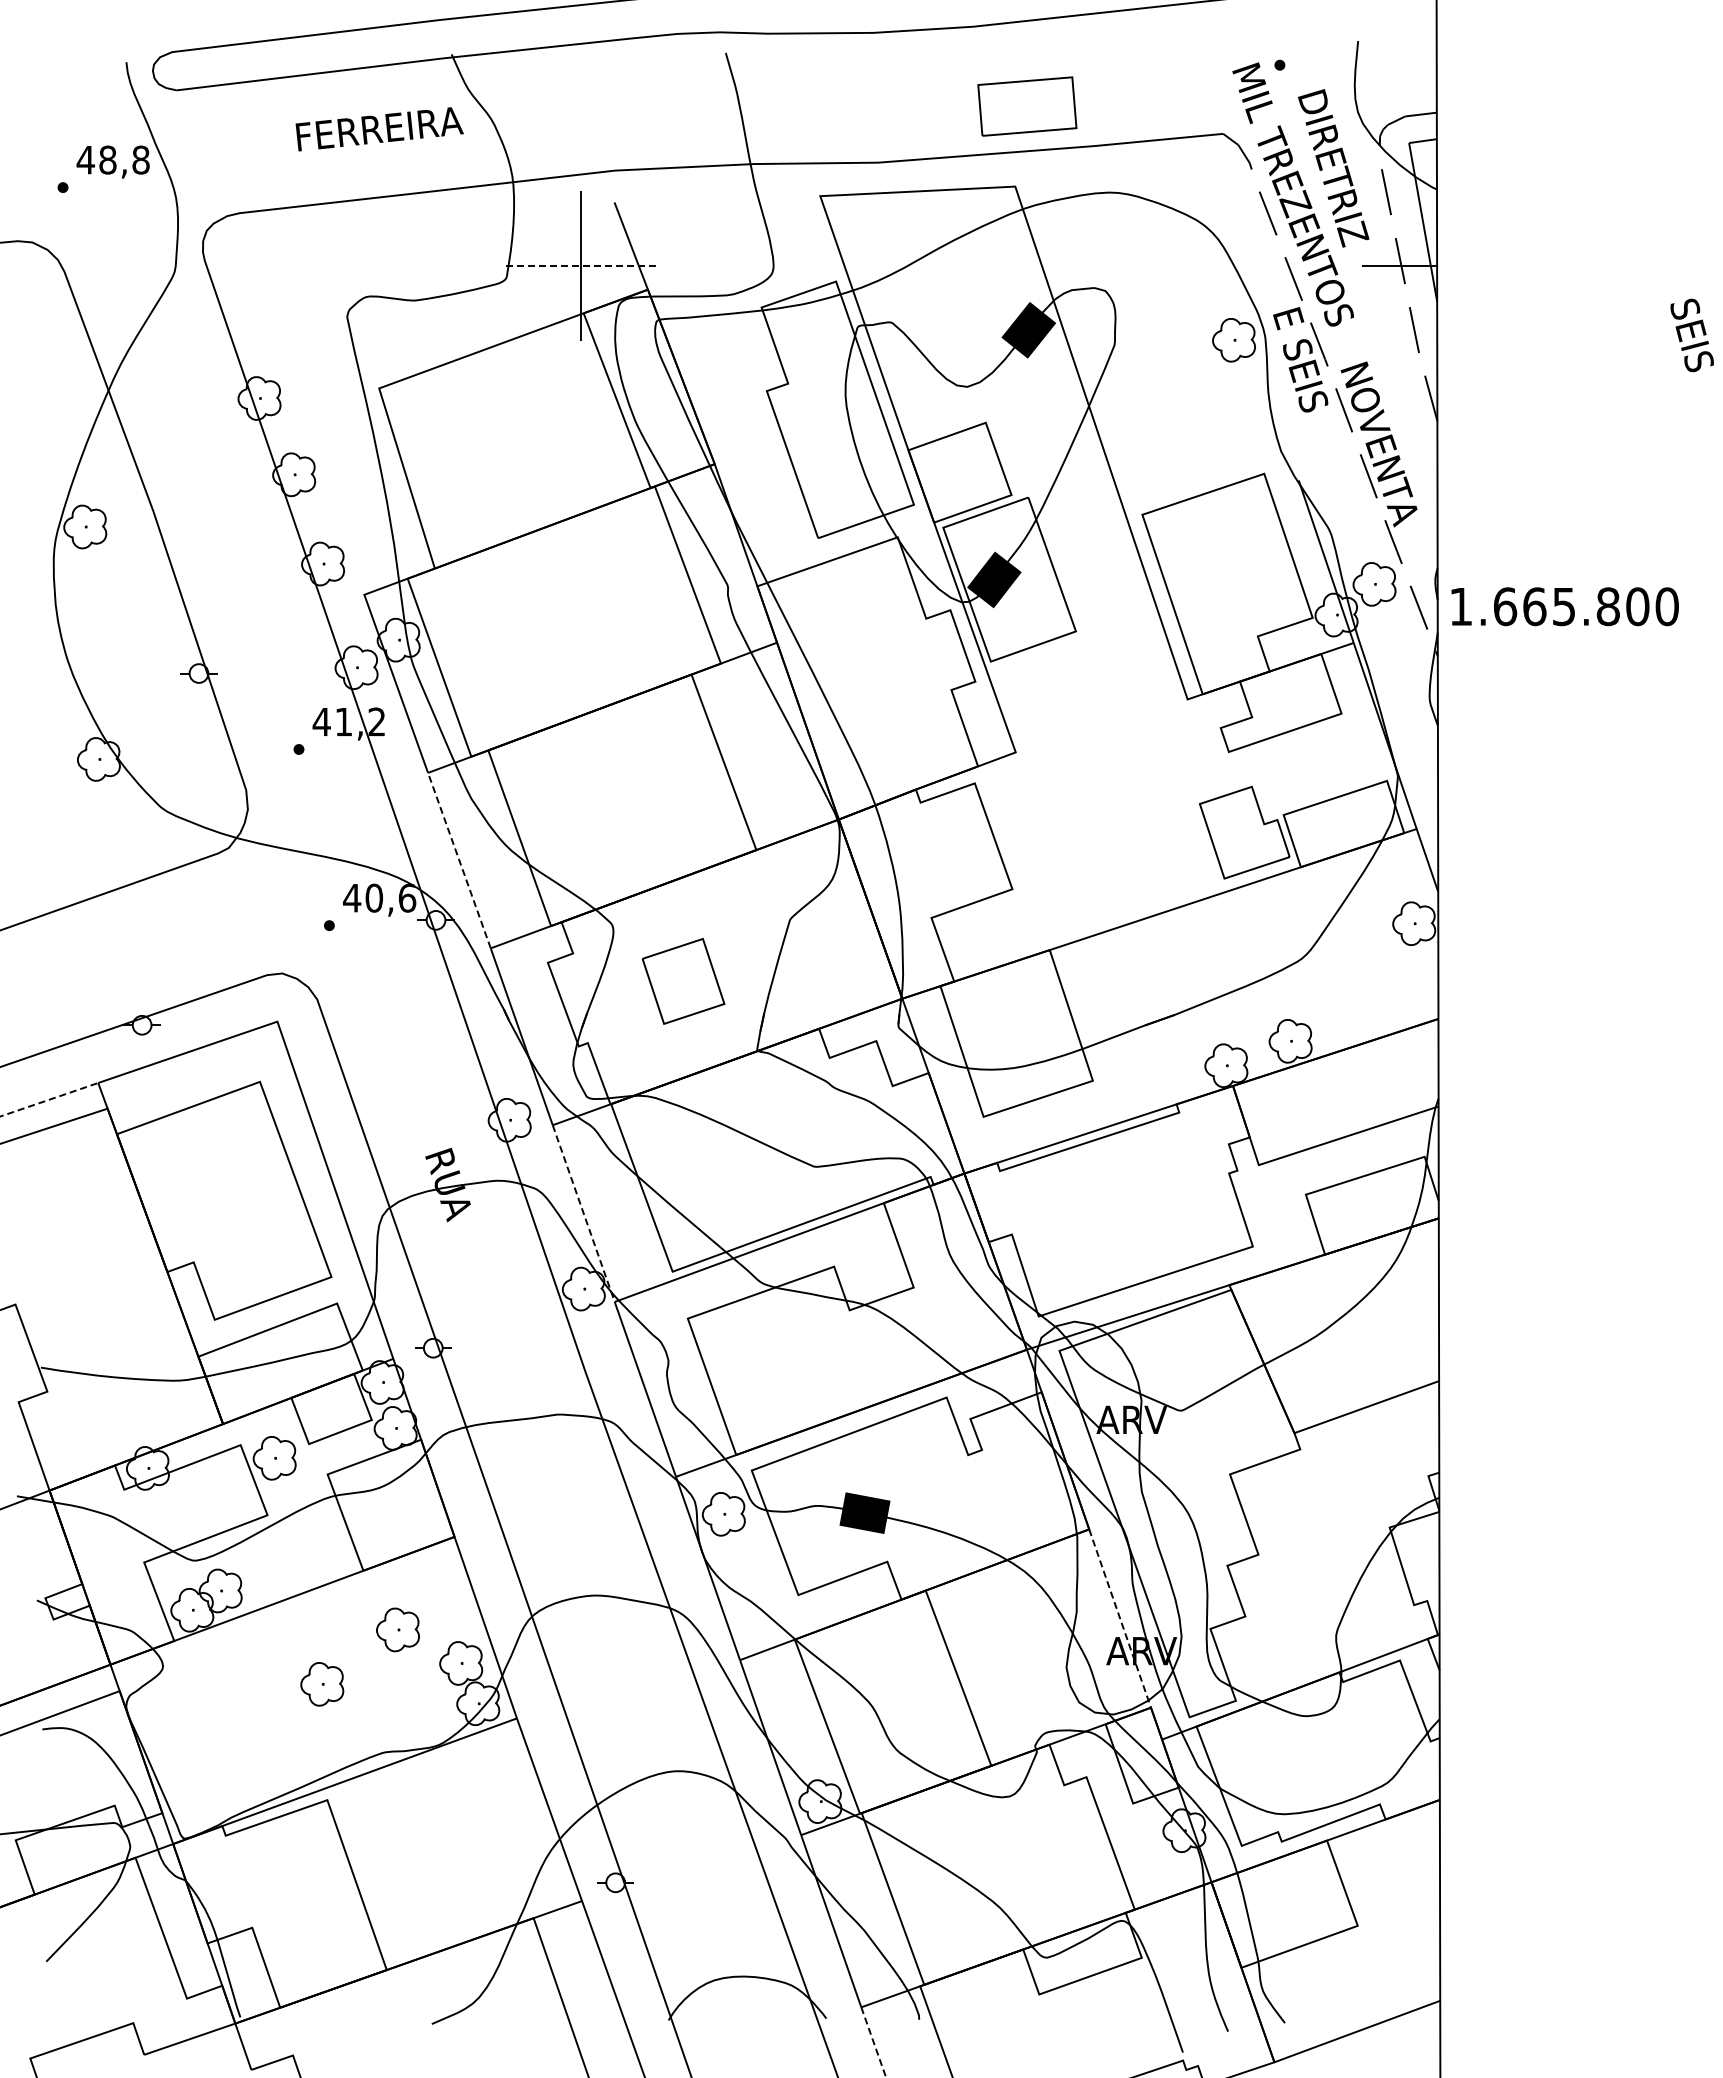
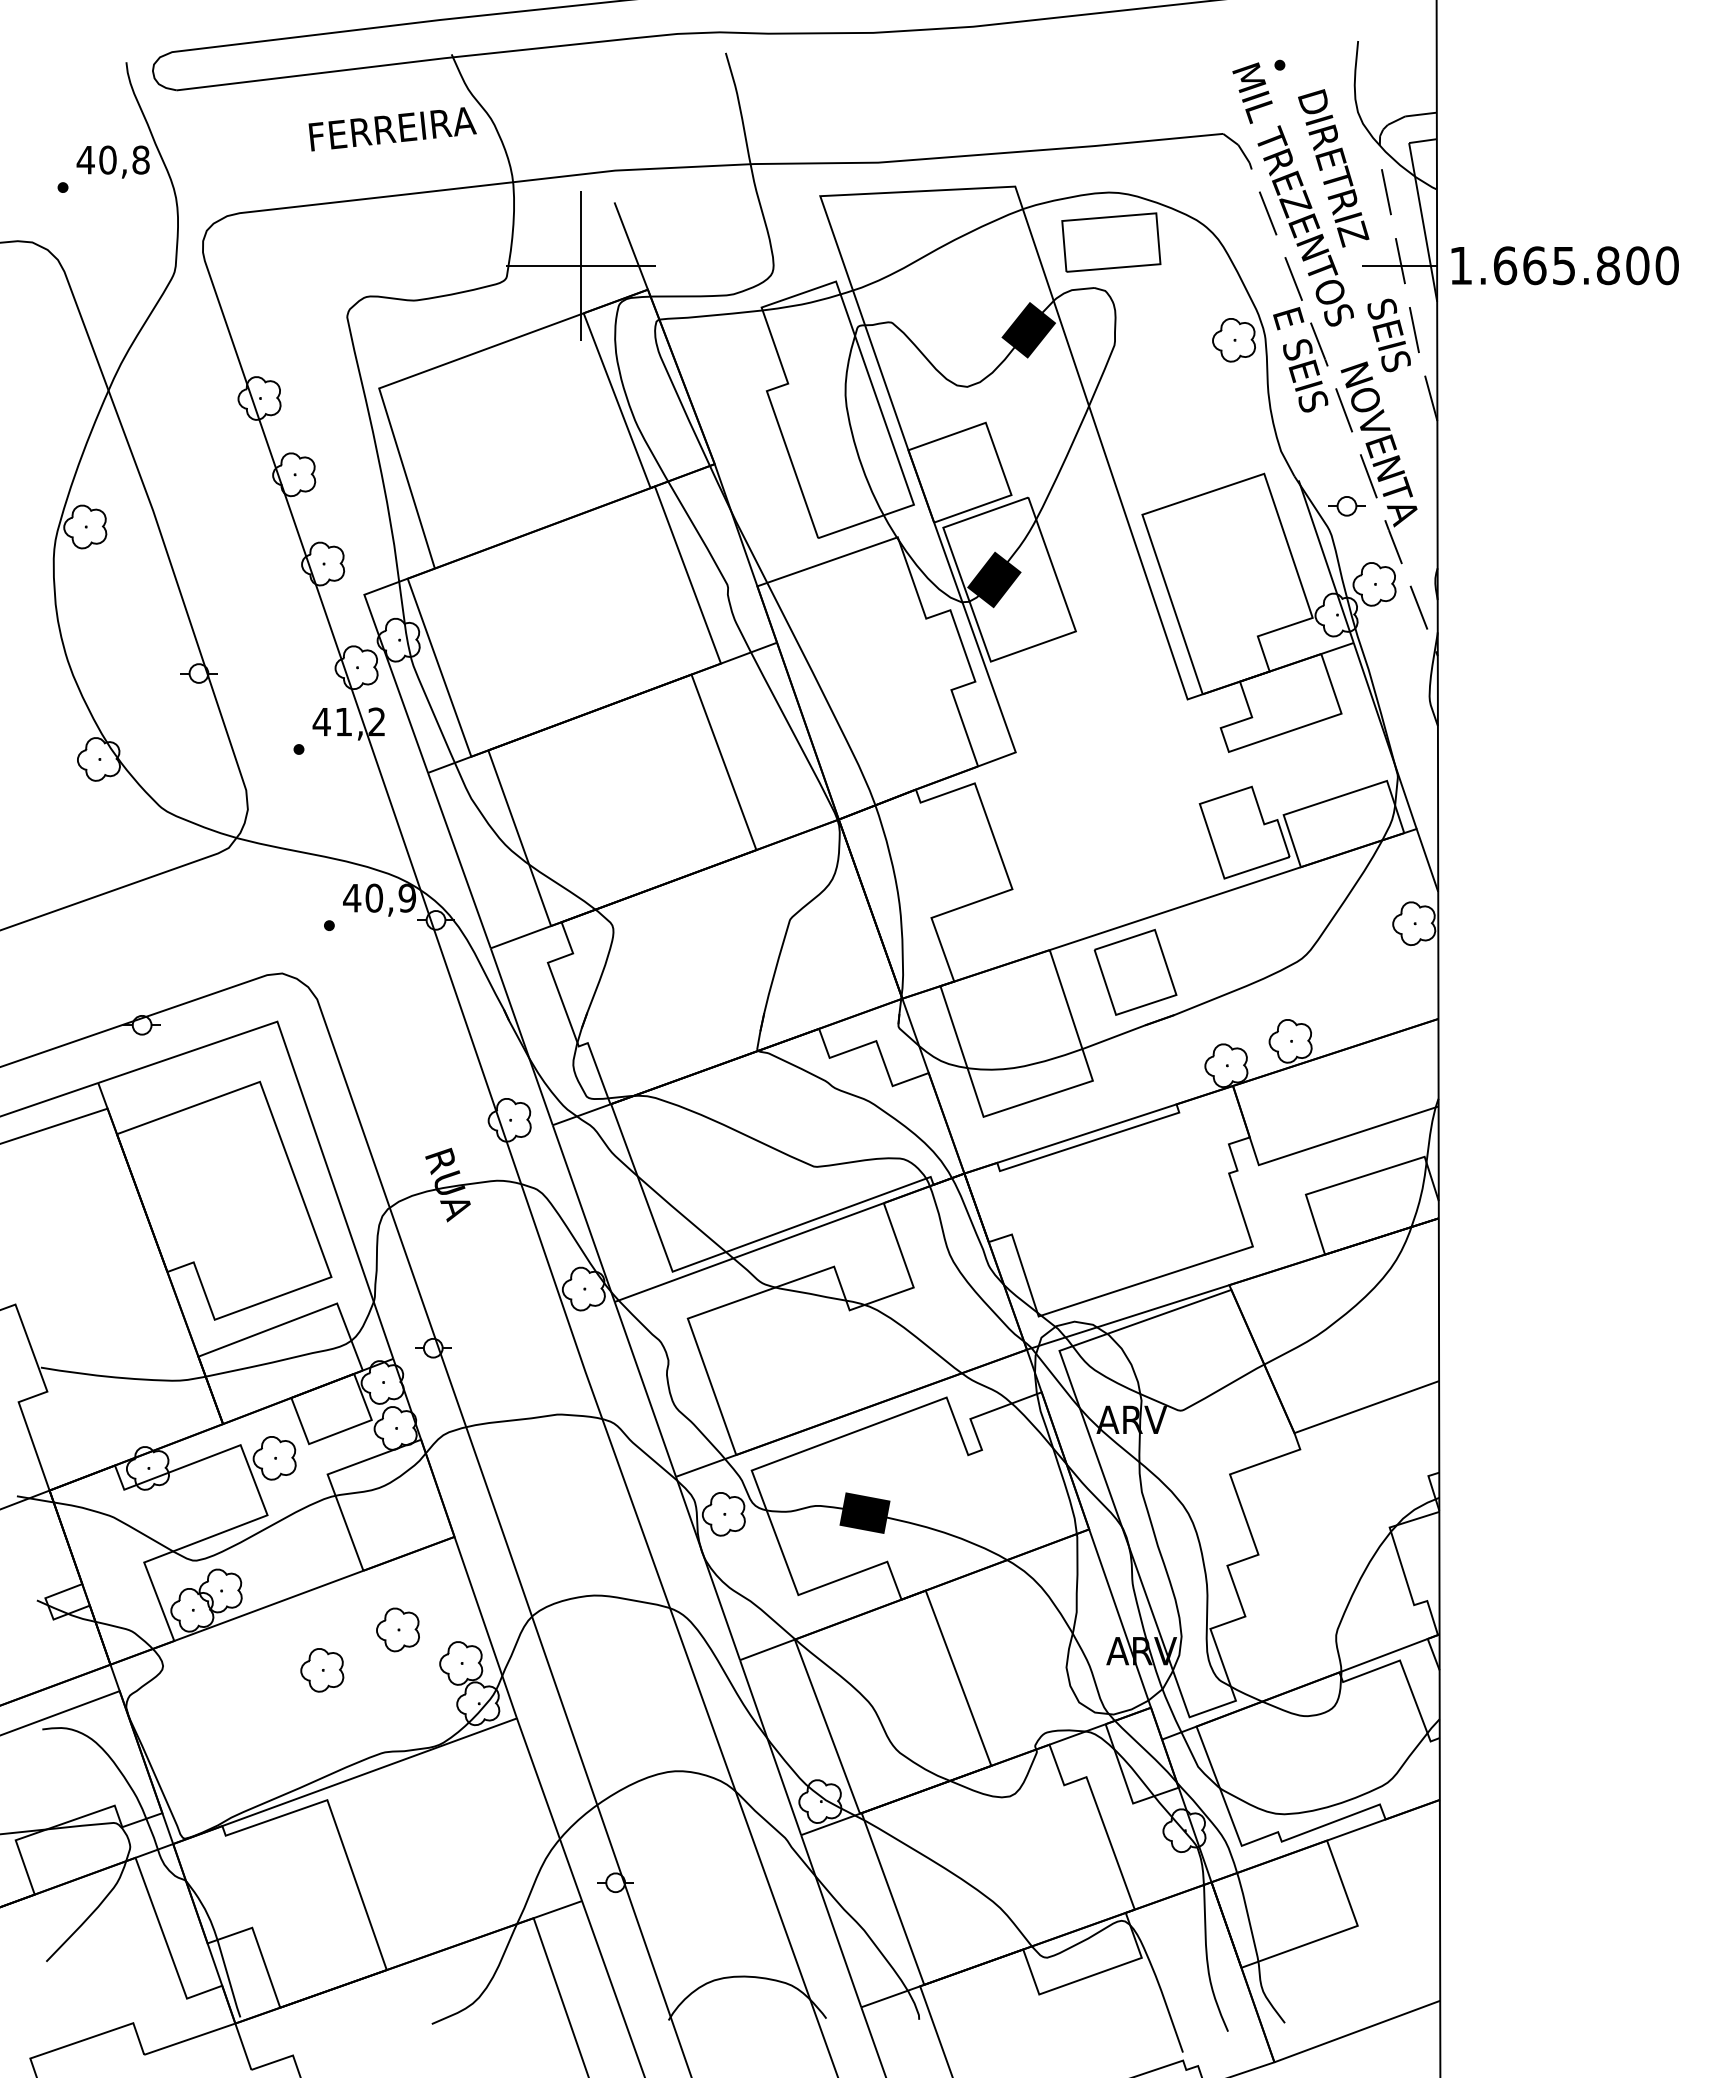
part at (1027, 106) position: (1027, 106) -> (1111, 242)
text at (379, 129) position: (379, 129) -> (392, 129)
text at (107, 160): 48,8 -> 40,8
line at (580, 265): dashed -> solid
text at (1691, 335) position: (1691, 335) -> (1388, 335)
part at (1346, 506): none -> present
text at (1564, 606) position: (1564, 606) -> (1564, 265)
line at (459, 860): dashed -> solid
text at (407, 897): 40,6 -> 40,9
part at (683, 980) position: (683, 980) -> (1135, 971)
line at (49, 1099): dashed -> solid
line at (583, 1213): dashed -> solid
line at (1120, 1619): dashed -> solid
part at (322, 1684) position: (322, 1684) -> (322, 1670)
line at (873, 2043): dashed -> solid
